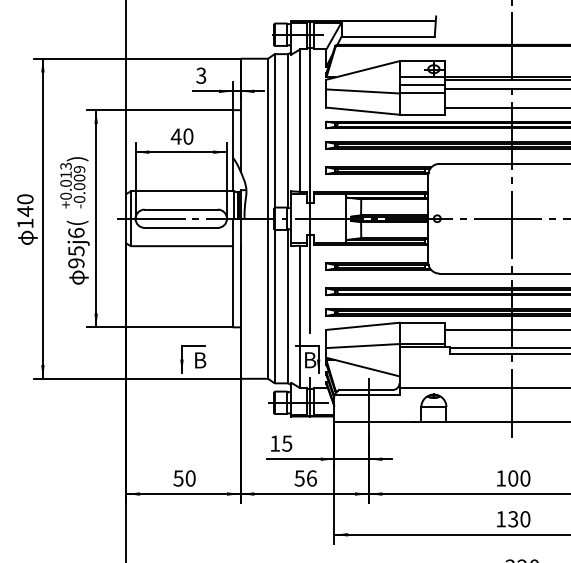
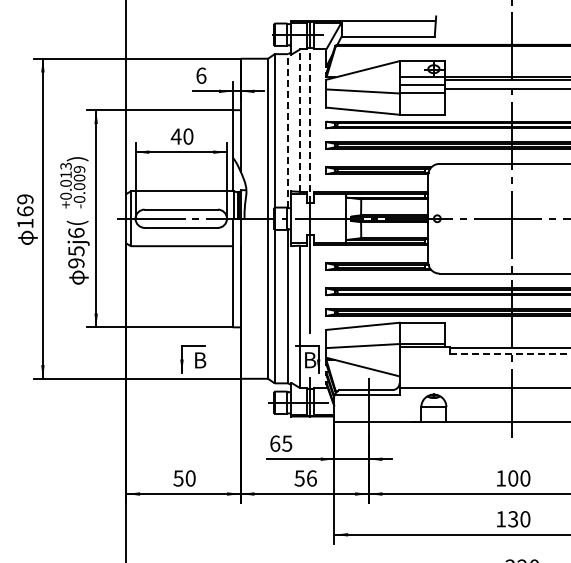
text at (201, 75): 3 -> 6
line at (506, 107): present -> none
line at (300, 120): solid -> dashed
line at (310, 124): solid -> dashed
line at (288, 131): solid -> dashed
text at (25, 205): 140 -> 169
line at (506, 329): present -> none
line at (510, 353): solid -> dashed
text at (275, 443): 15 -> 65
